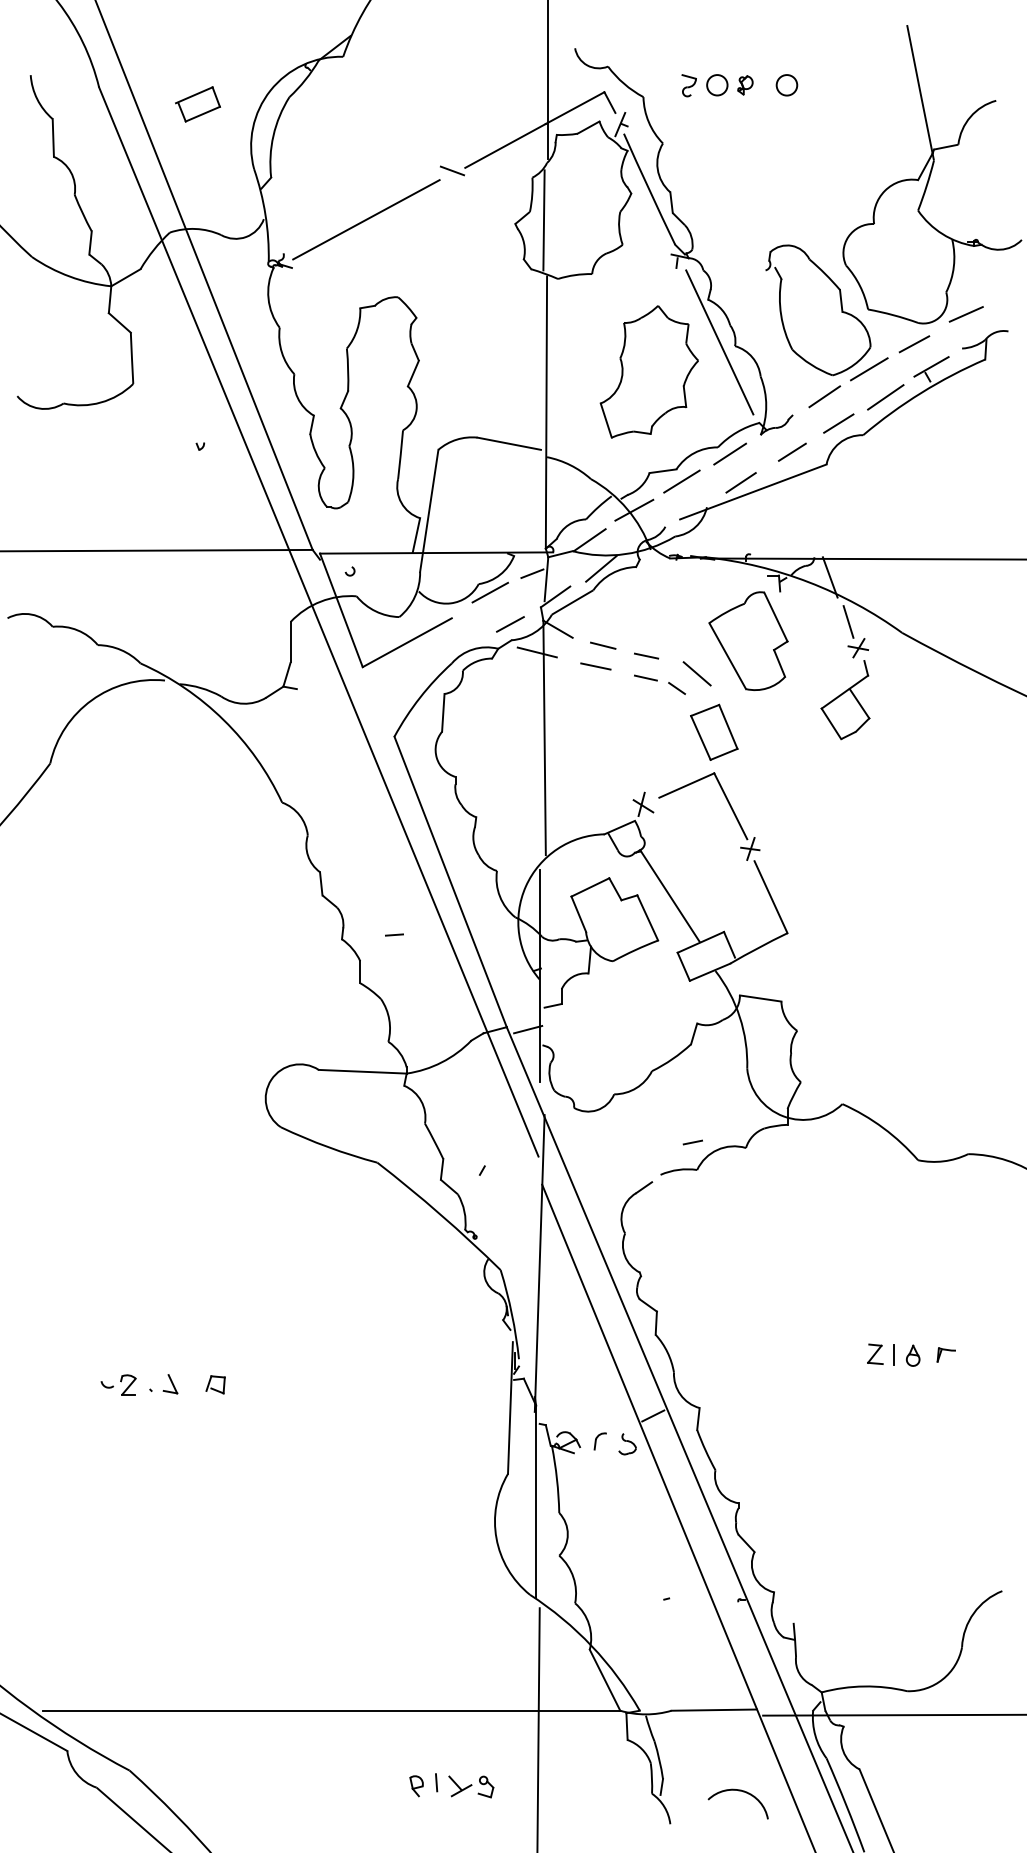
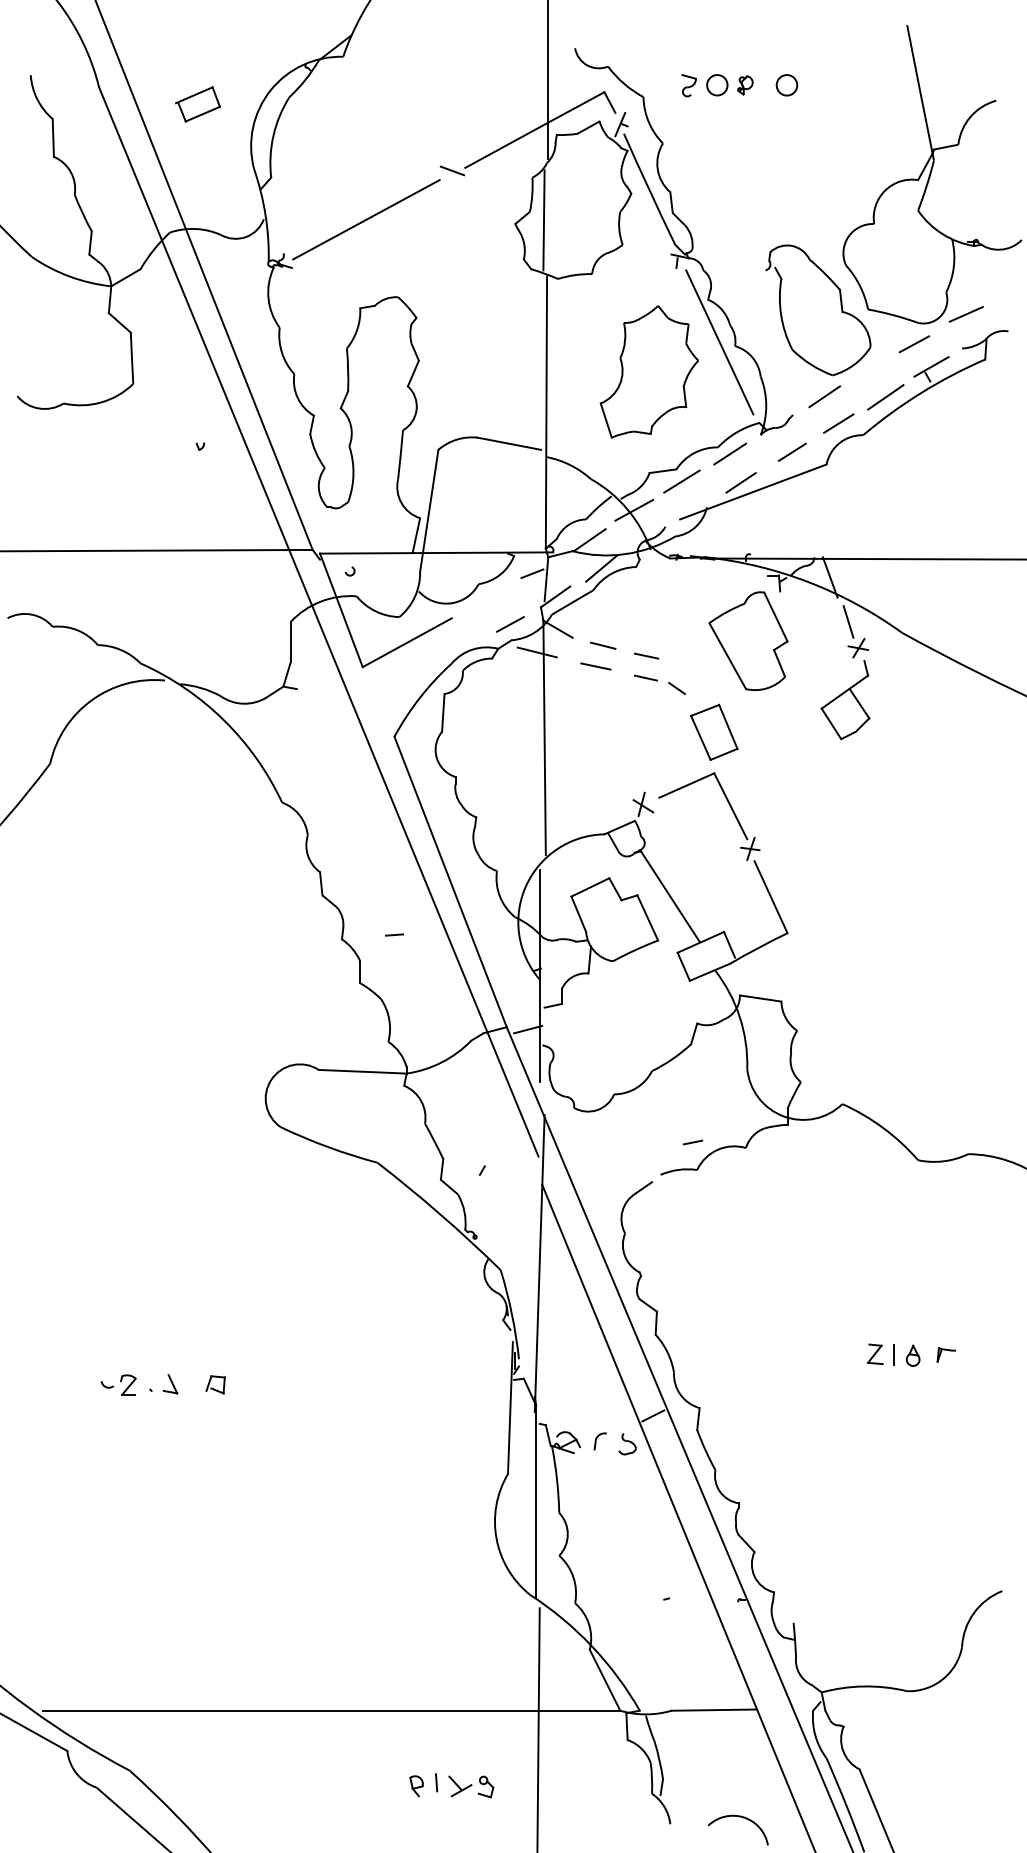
line at (868, 369): present -> none
line at (490, 592): present -> none
line at (696, 673): present -> none
line at (893, 1714): present -> none
arc at (738, 1791) position: (738, 1791) -> (738, 1817)
